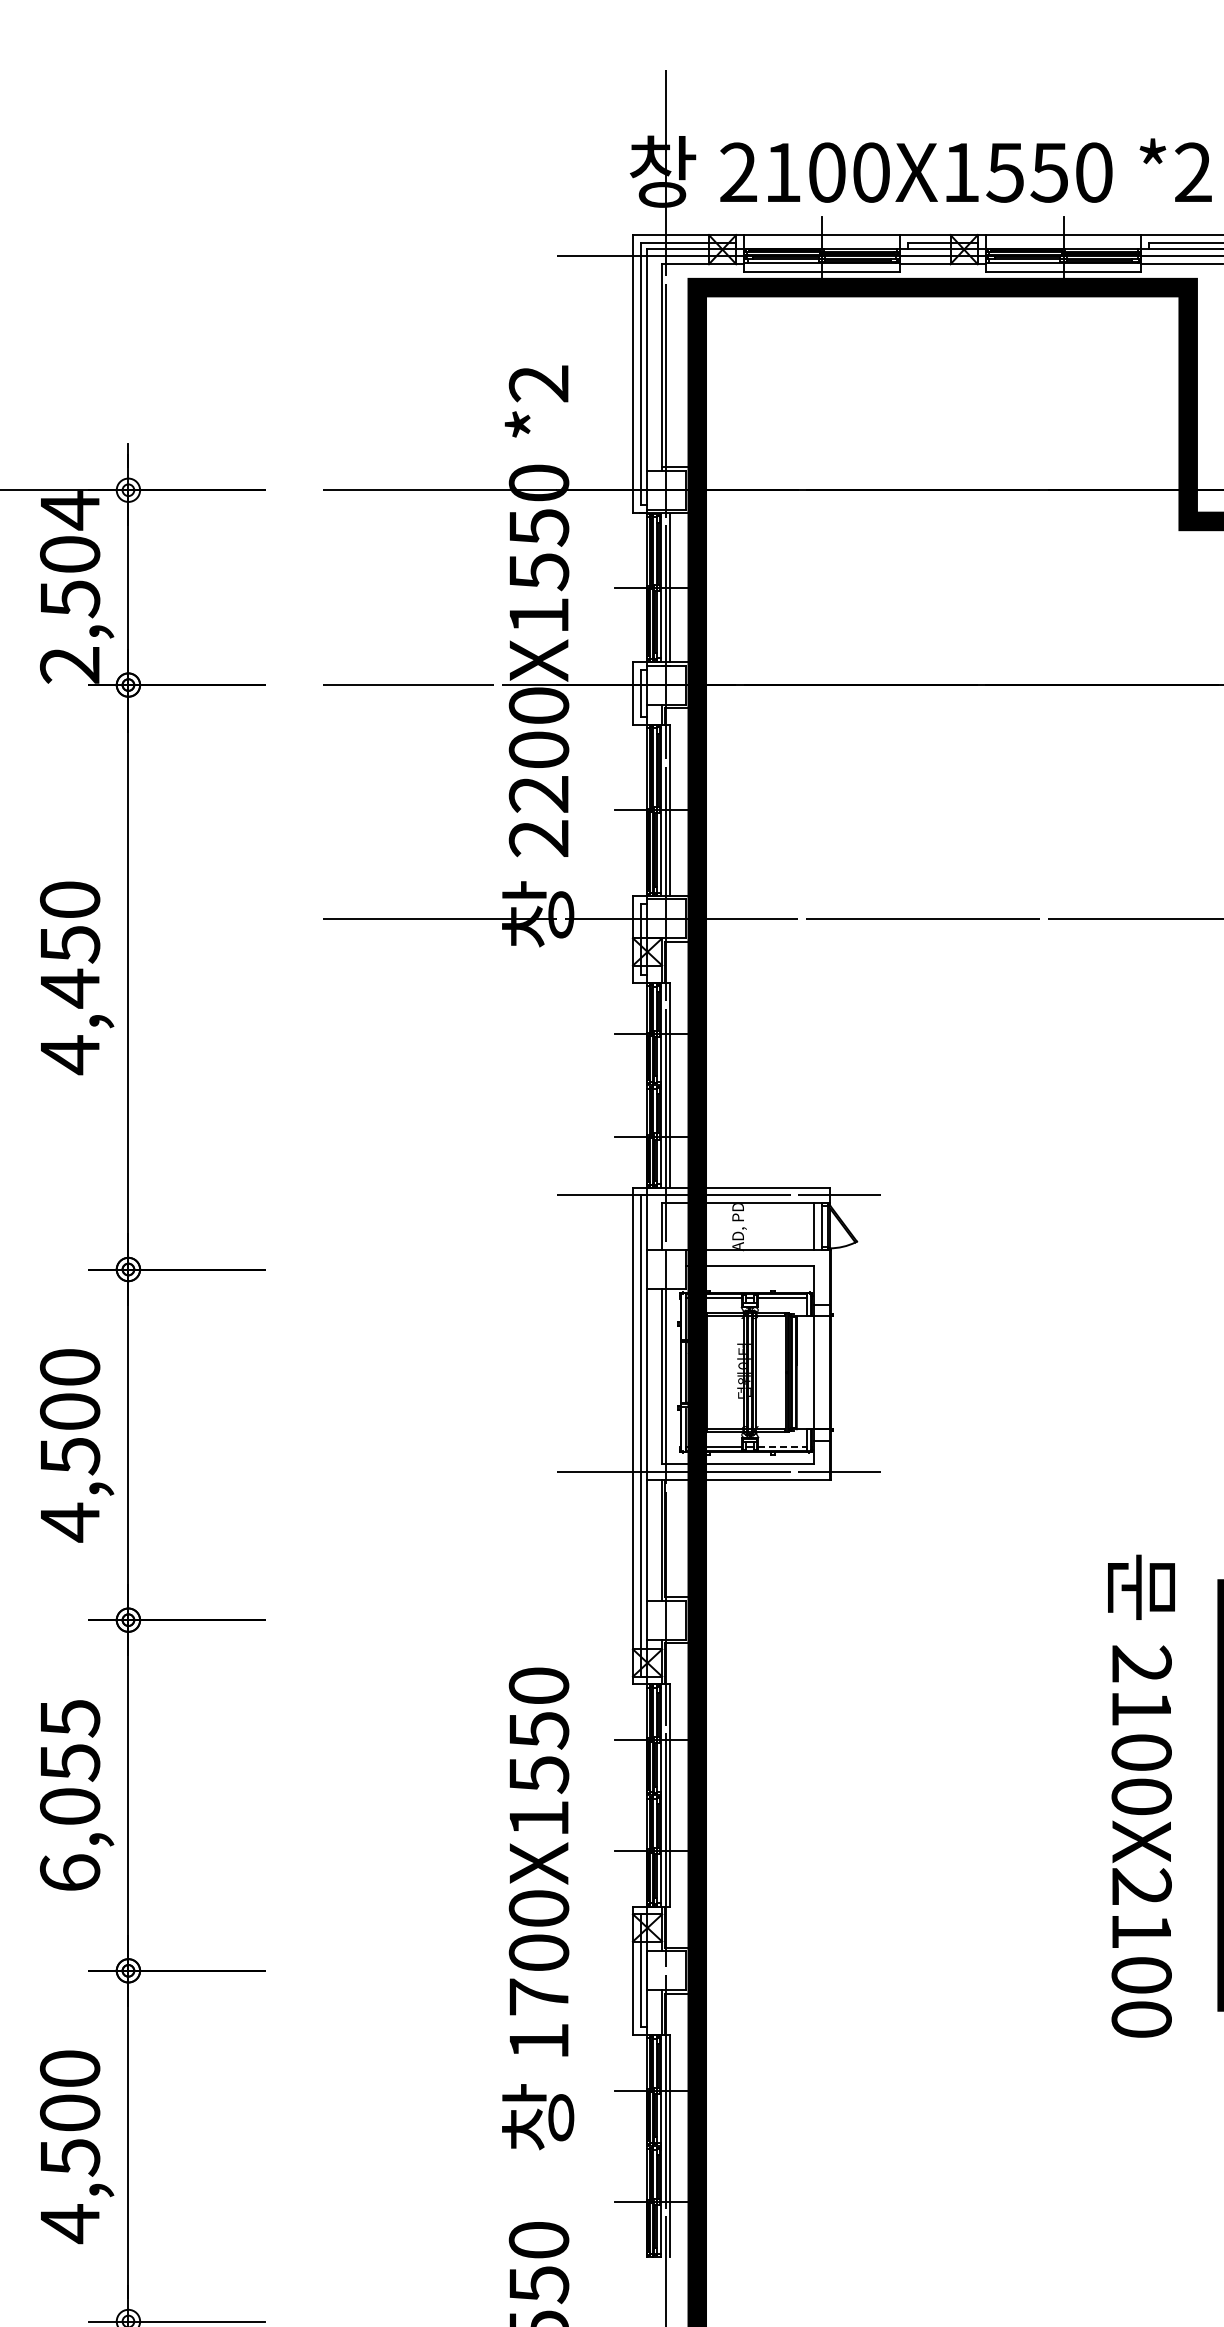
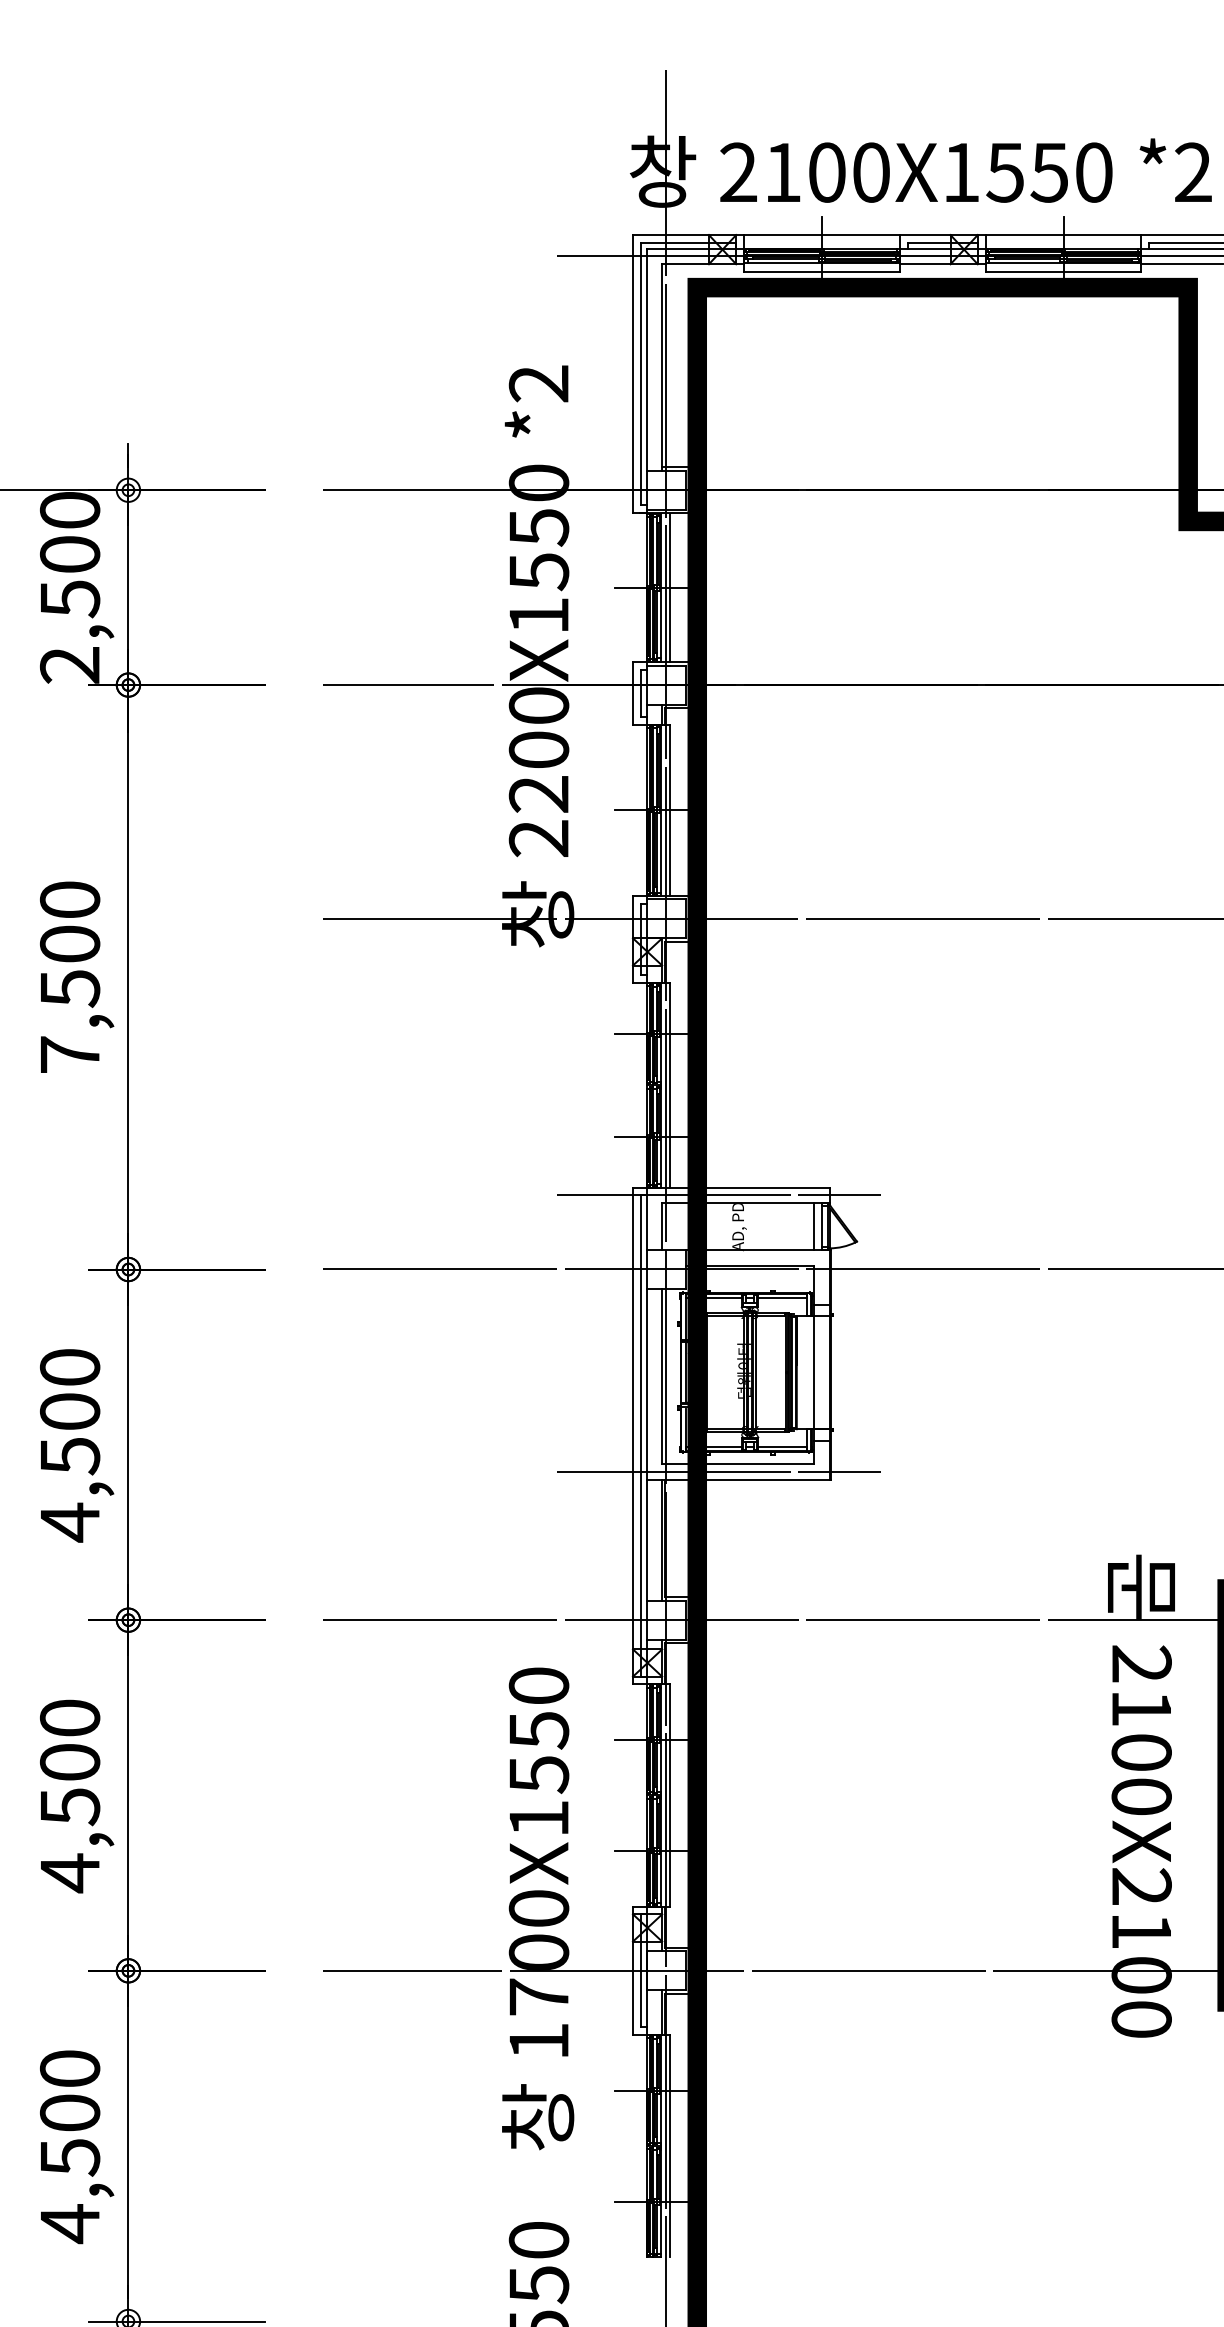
text at (69, 510): 2,504 -> 2,500
text at (69, 1000): 4,450 -> 7,500
line at (771, 1269): none -> present
line at (782, 1446): dashed -> solid
line at (771, 1620): none -> present
text at (69, 1796): 6,055 -> 4,500
line at (771, 1970): none -> present
